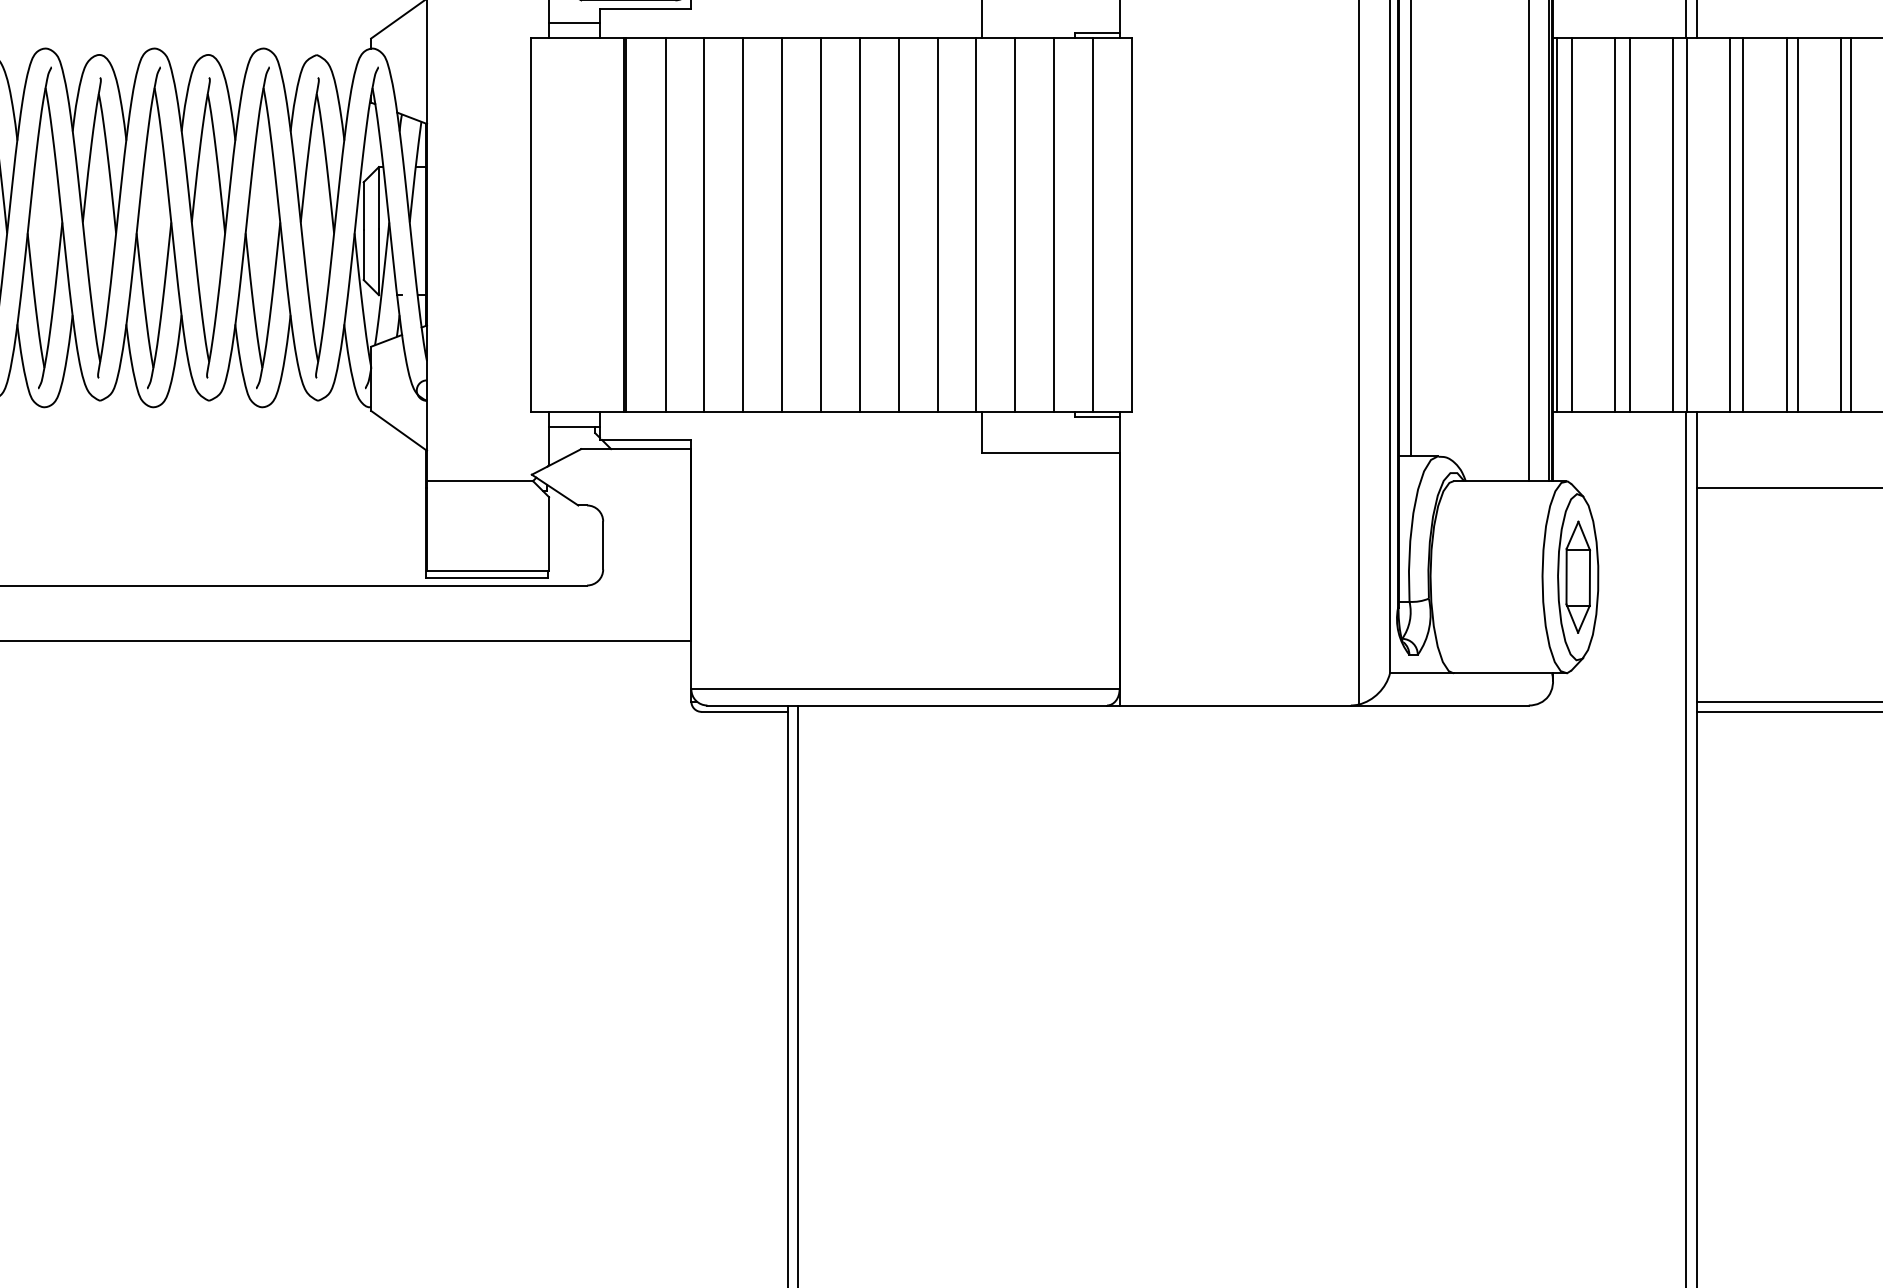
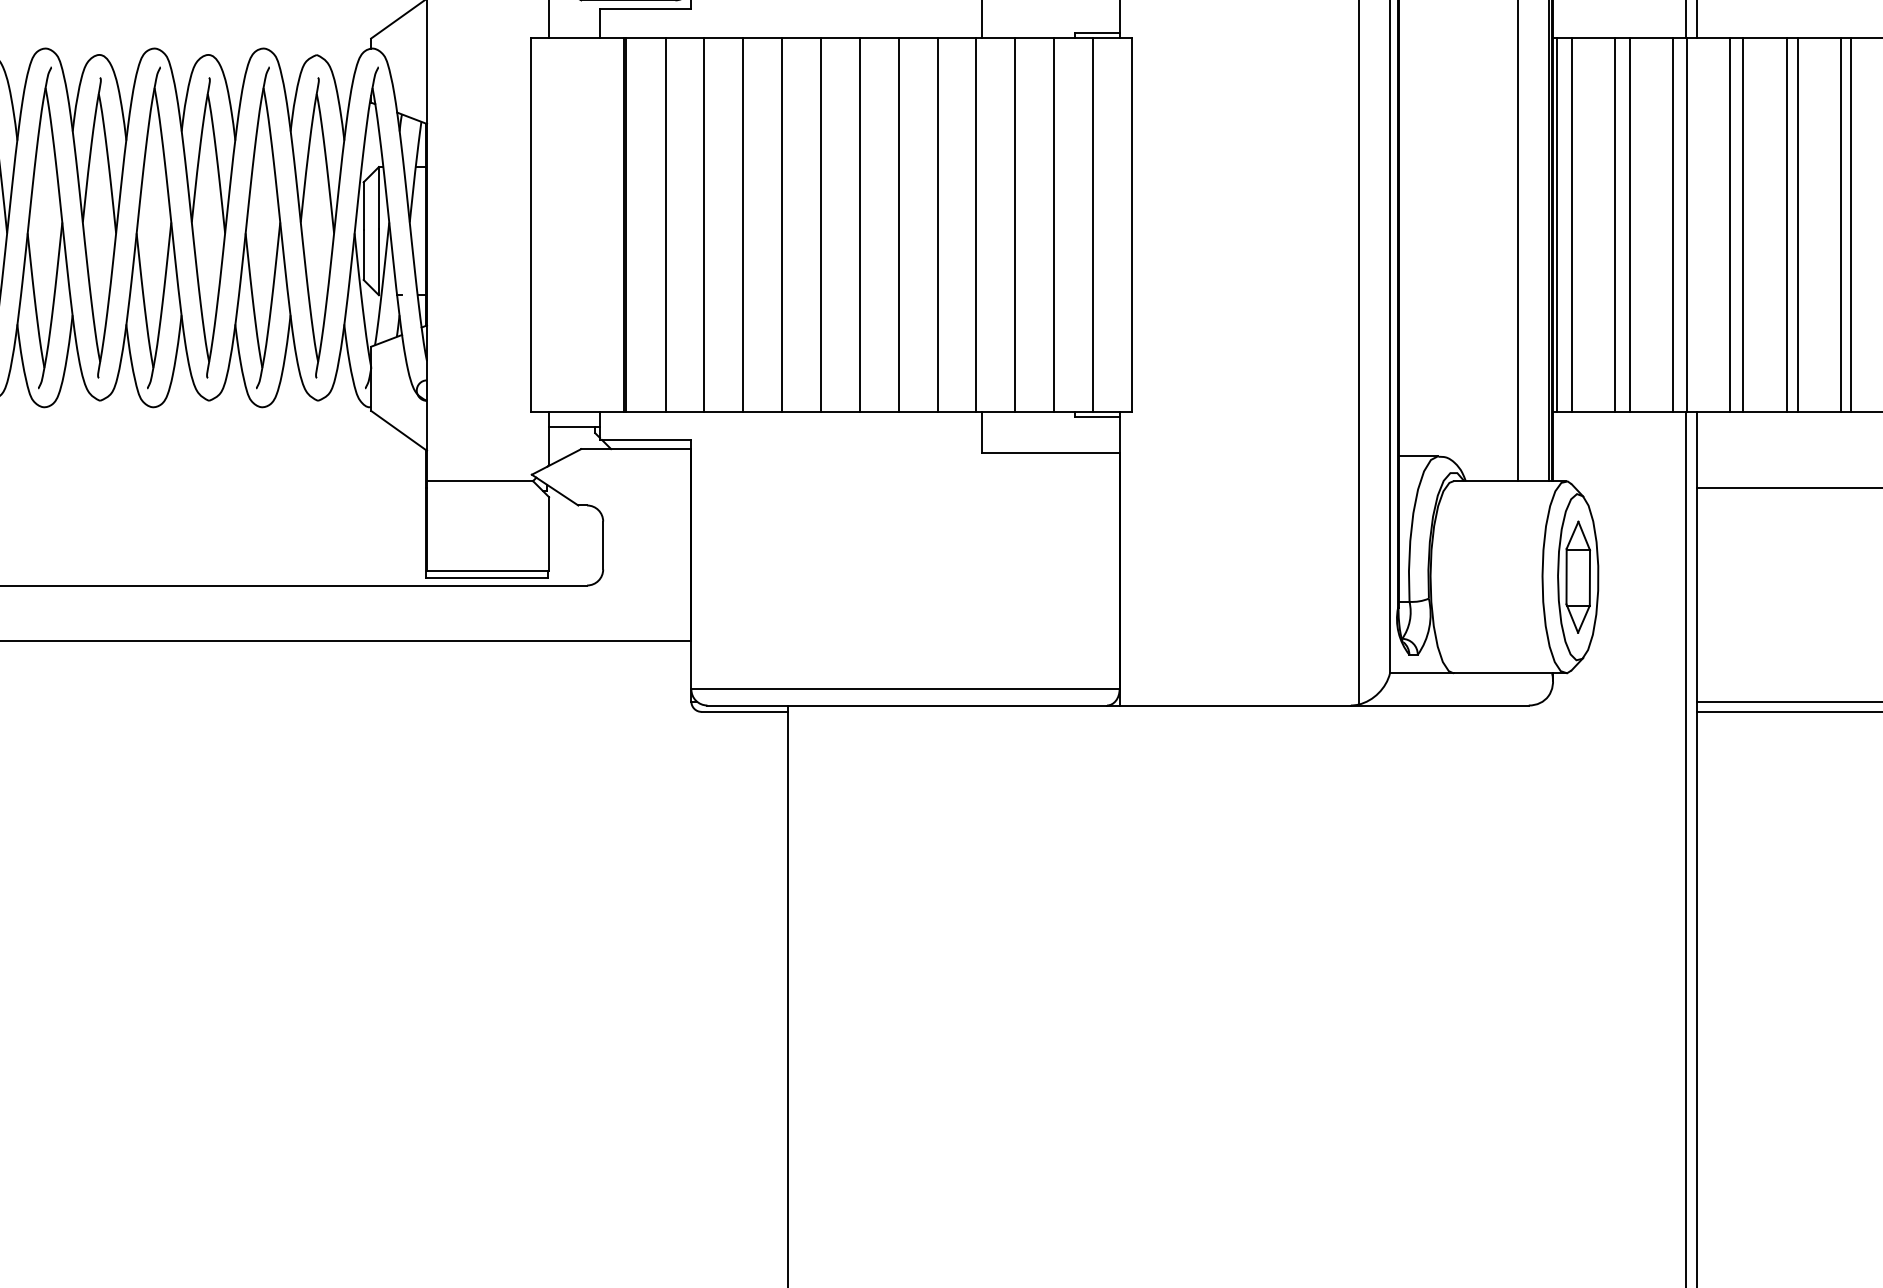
line at (574, 22): present -> none
line at (1411, 229): present -> none
line at (1529, 241) position: (1529, 241) -> (1518, 241)
line at (798, 994): present -> none
